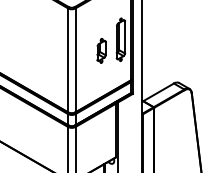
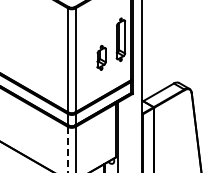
part at (101, 50) position: (101, 50) -> (101, 57)
line at (68, 149): solid -> dashed
